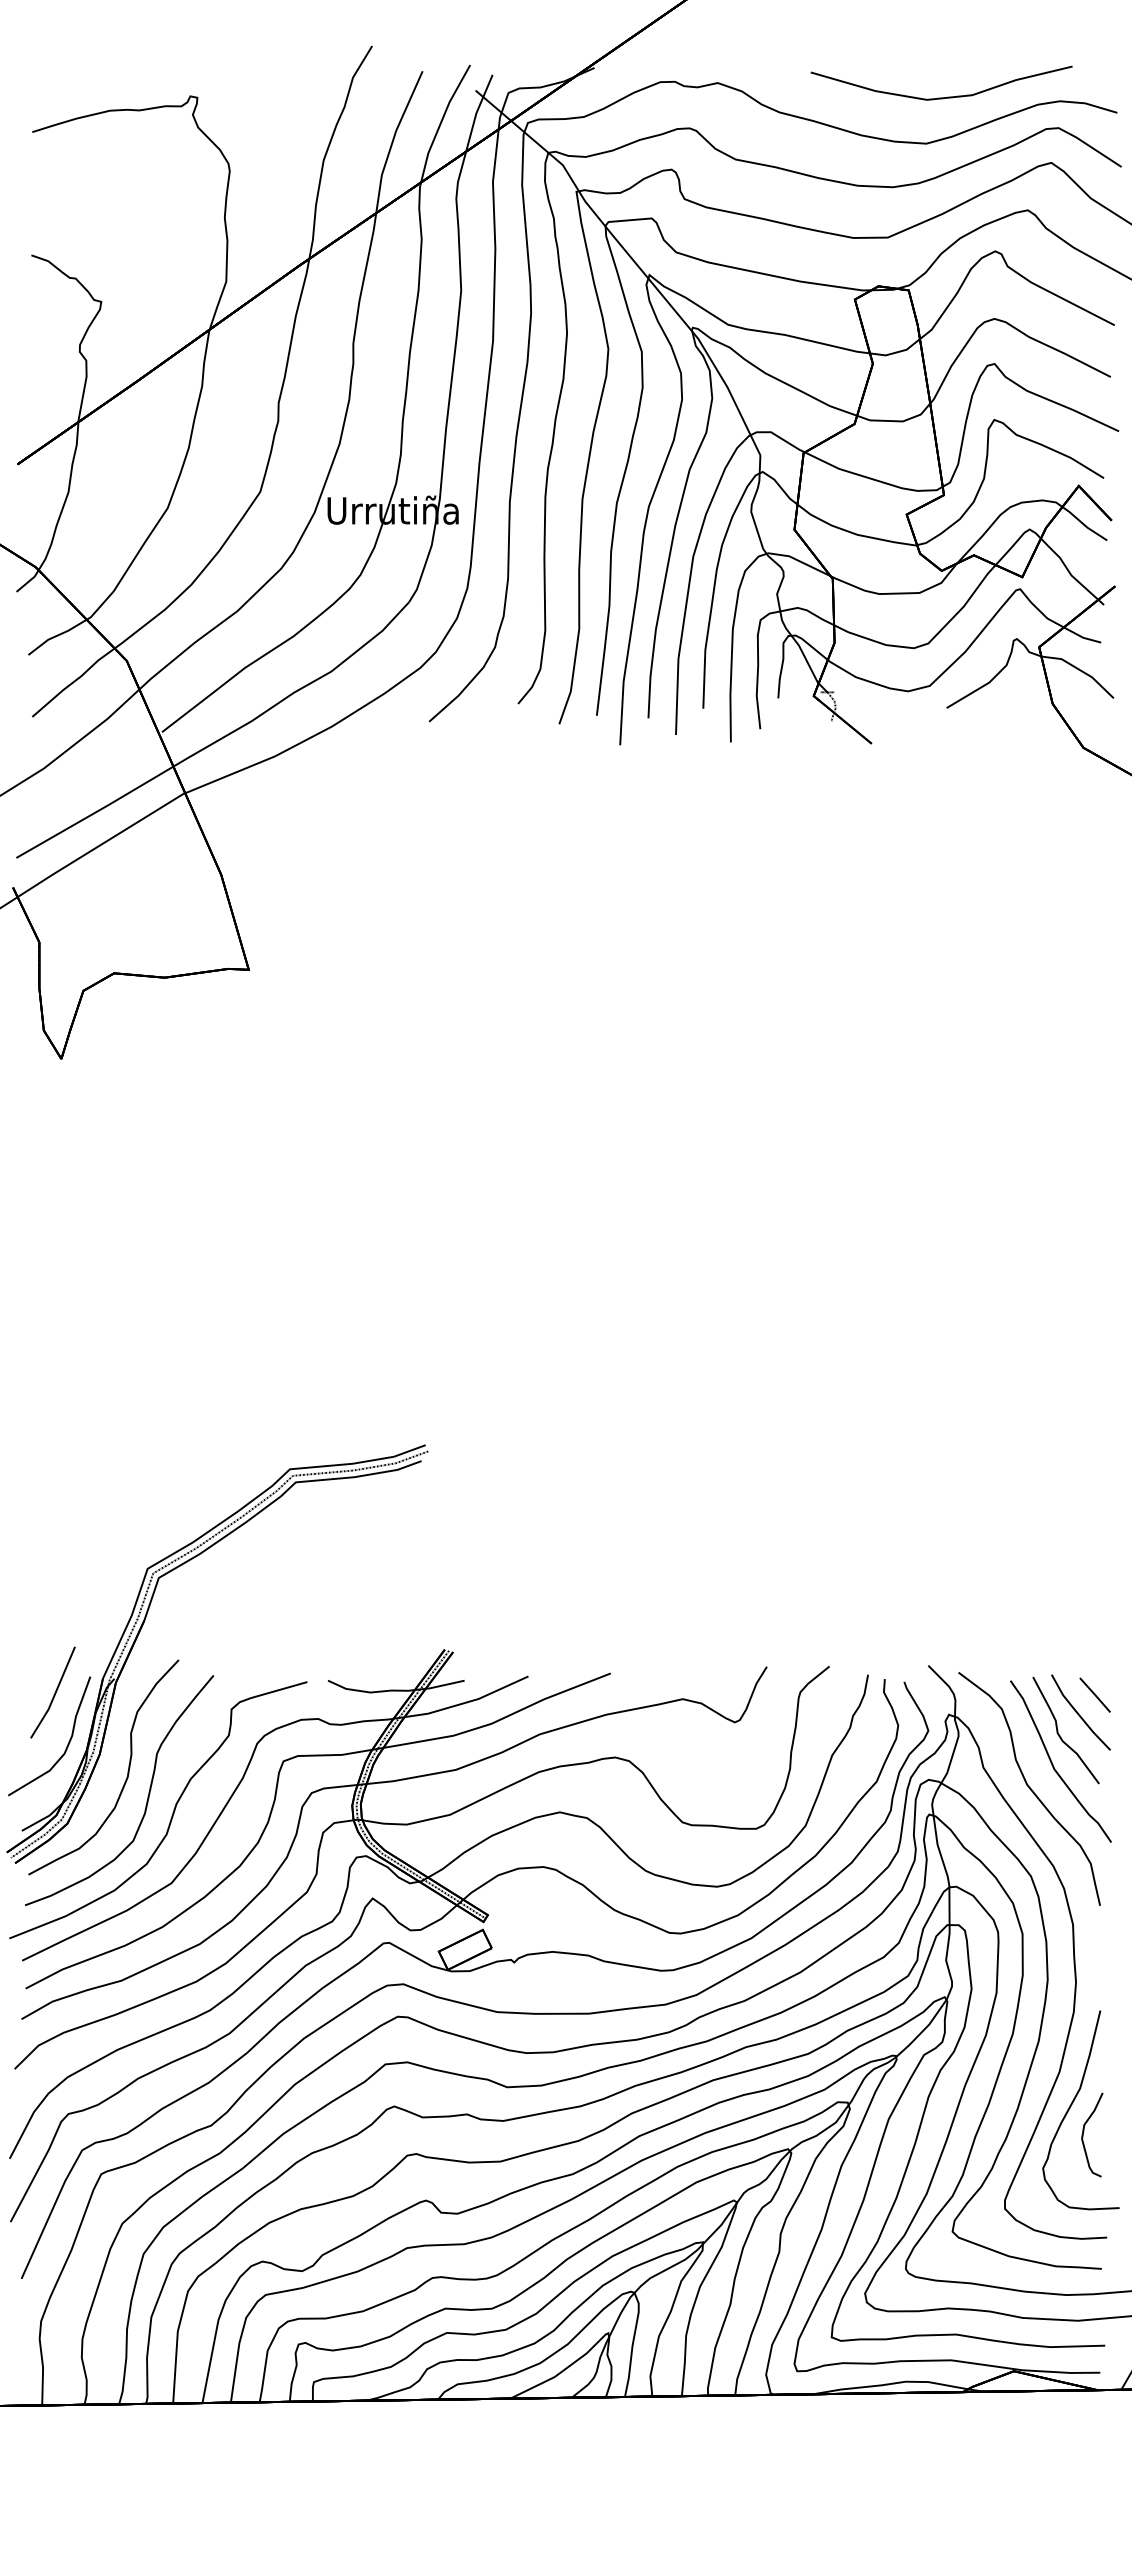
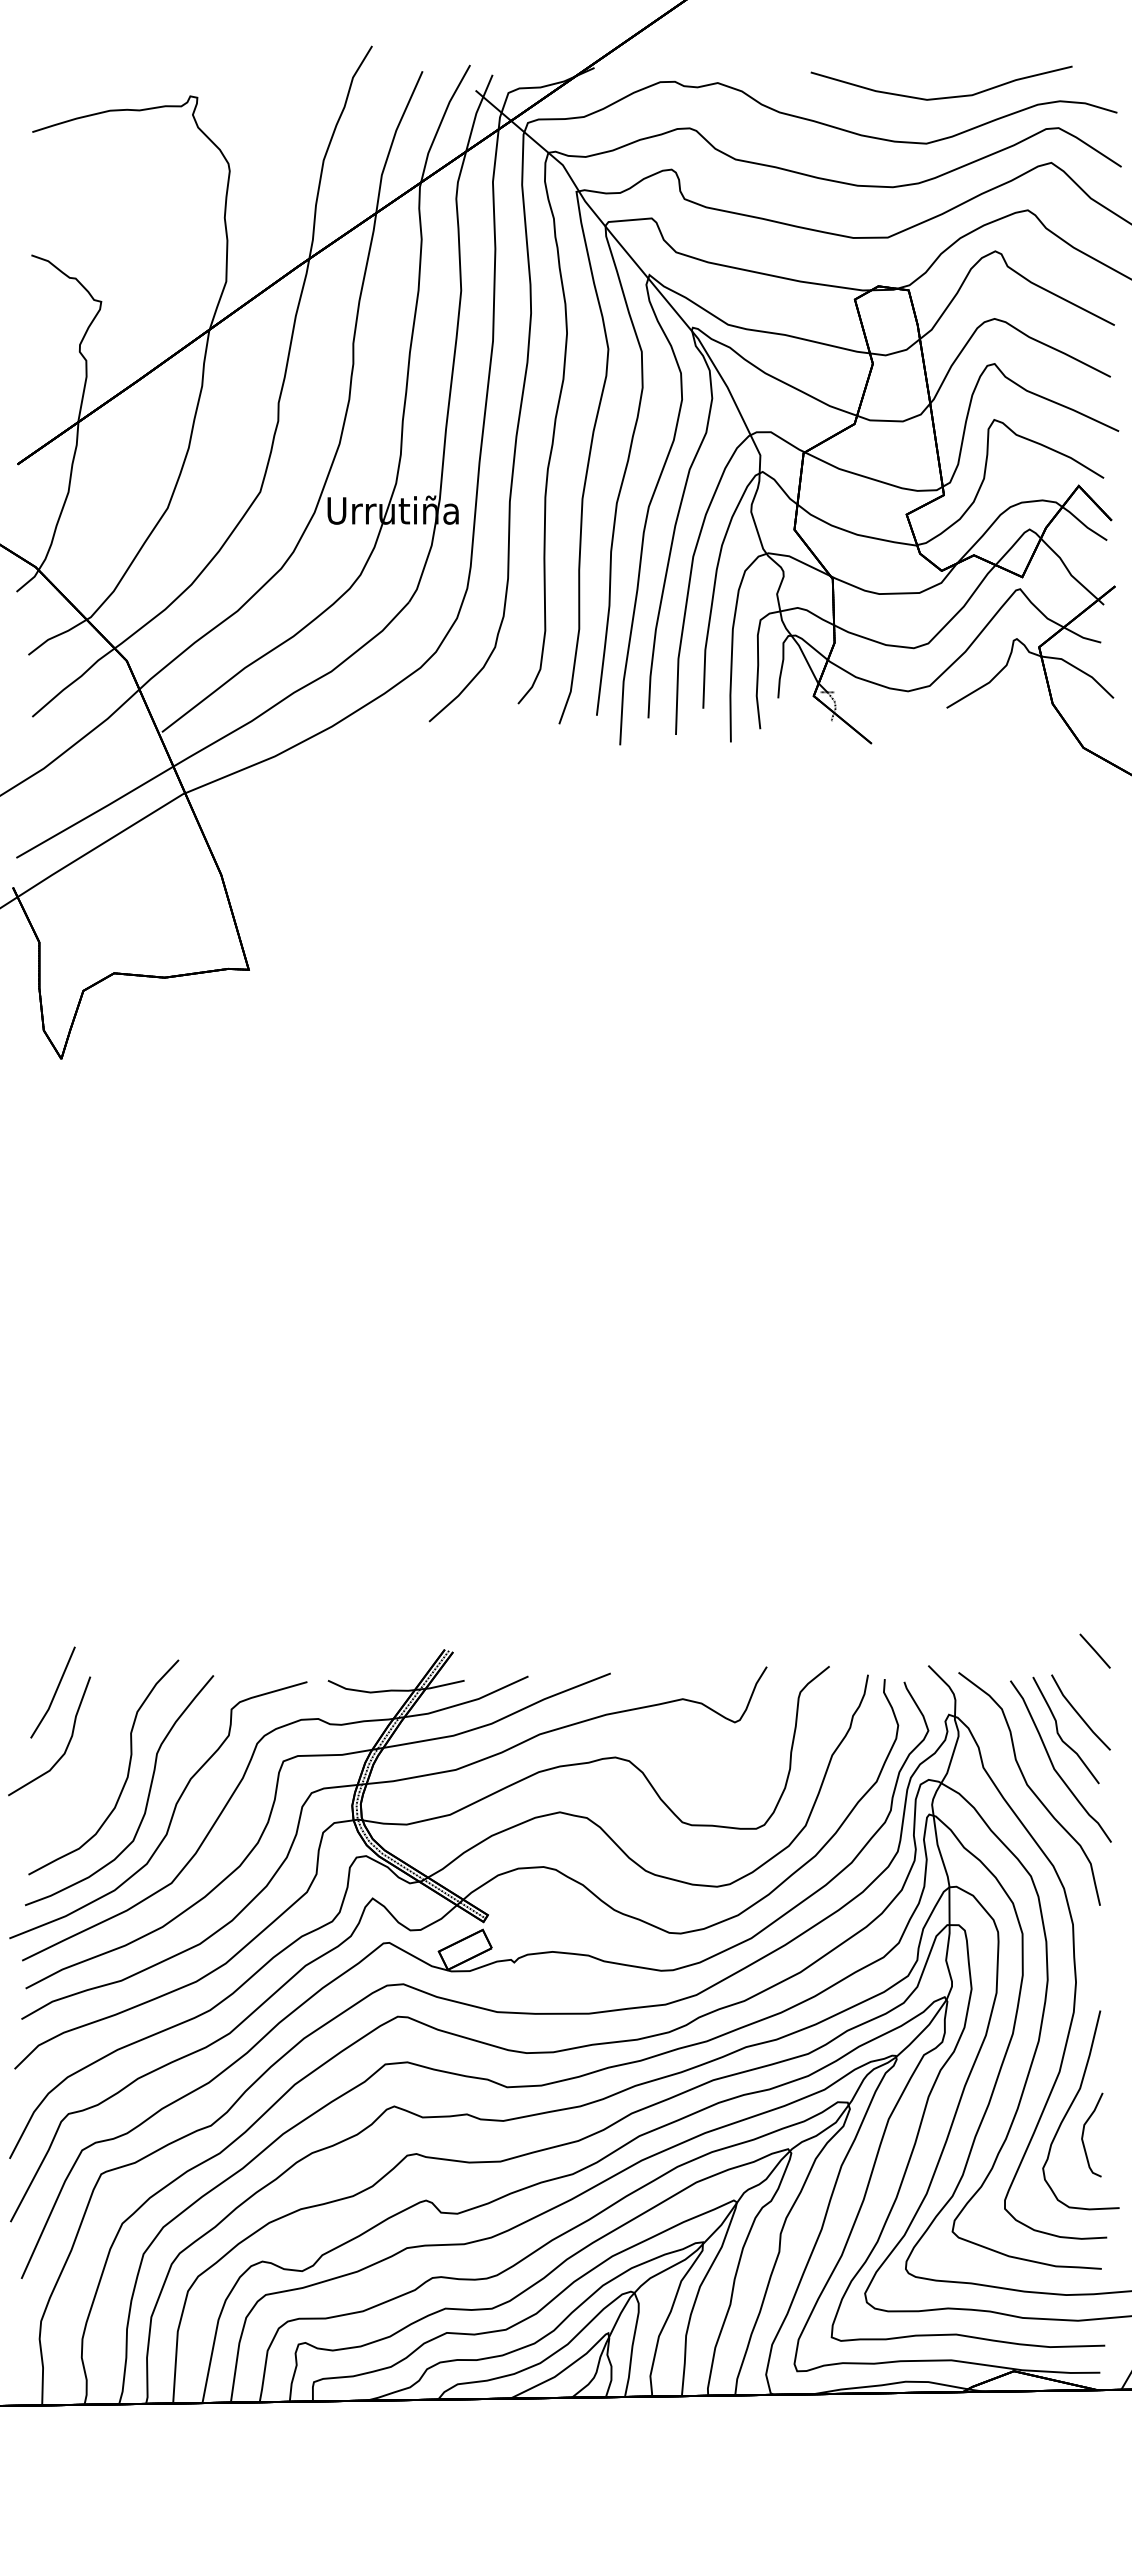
part at (144, 1623): present -> none
line at (1094, 1694) position: (1094, 1694) -> (1094, 1650)
